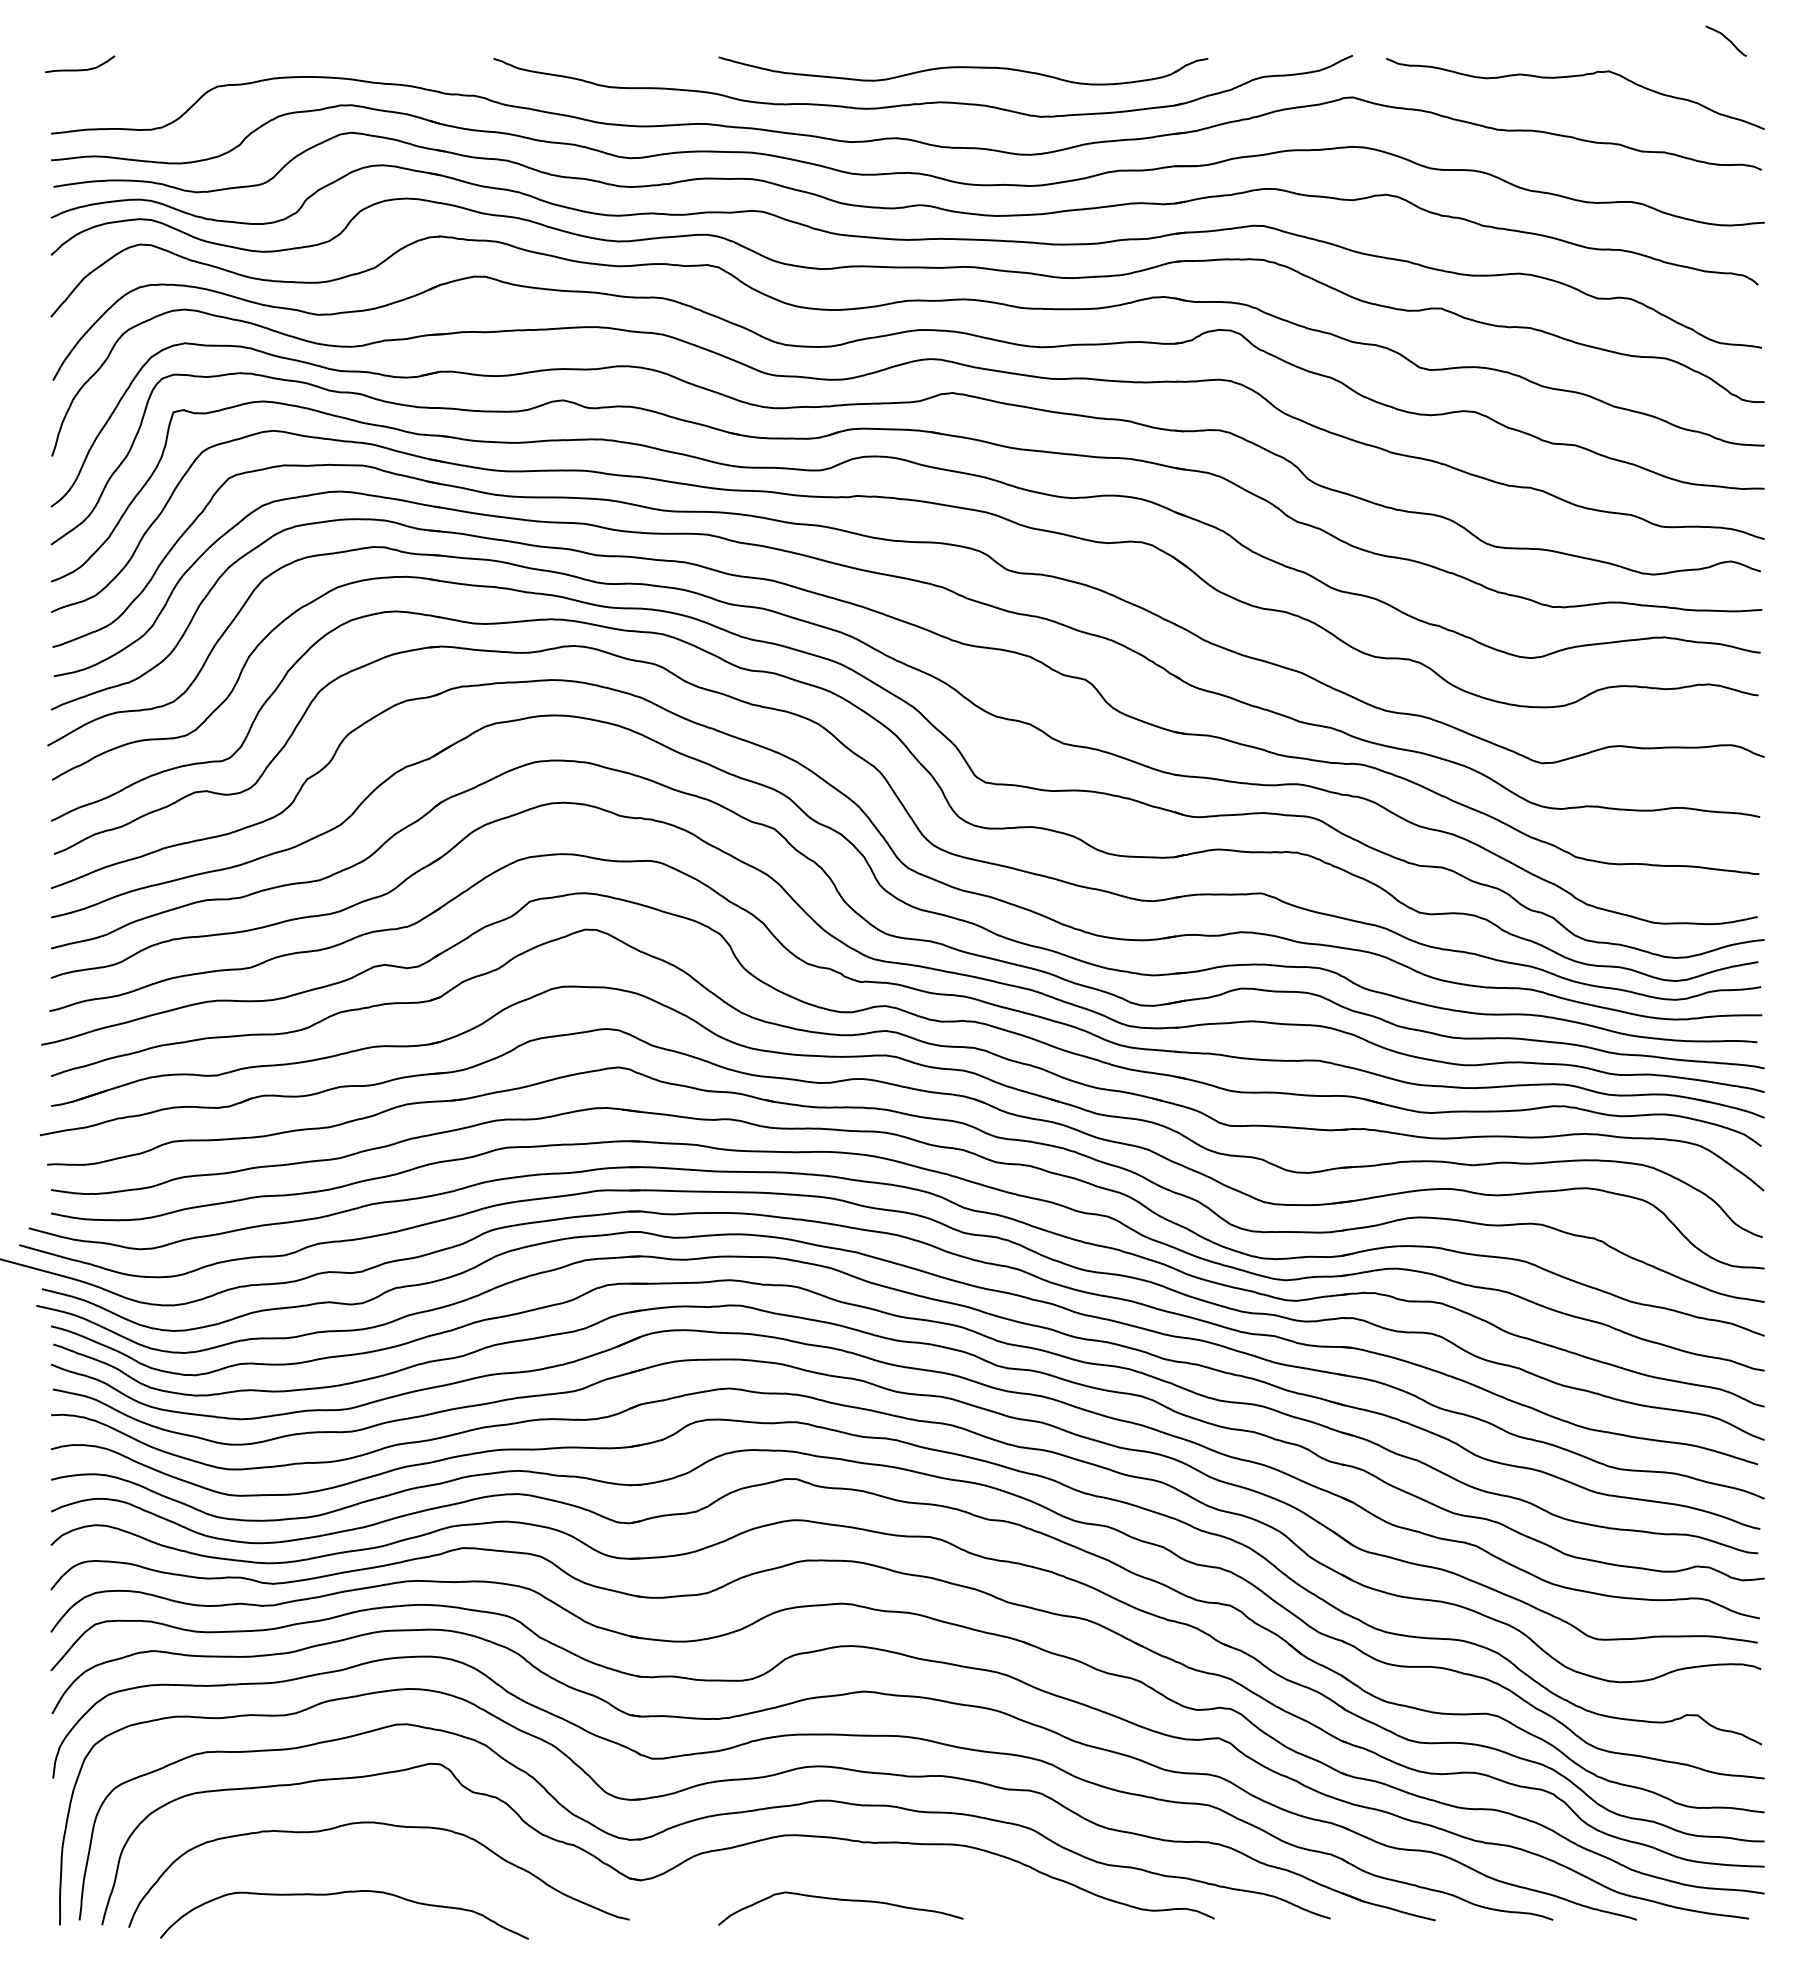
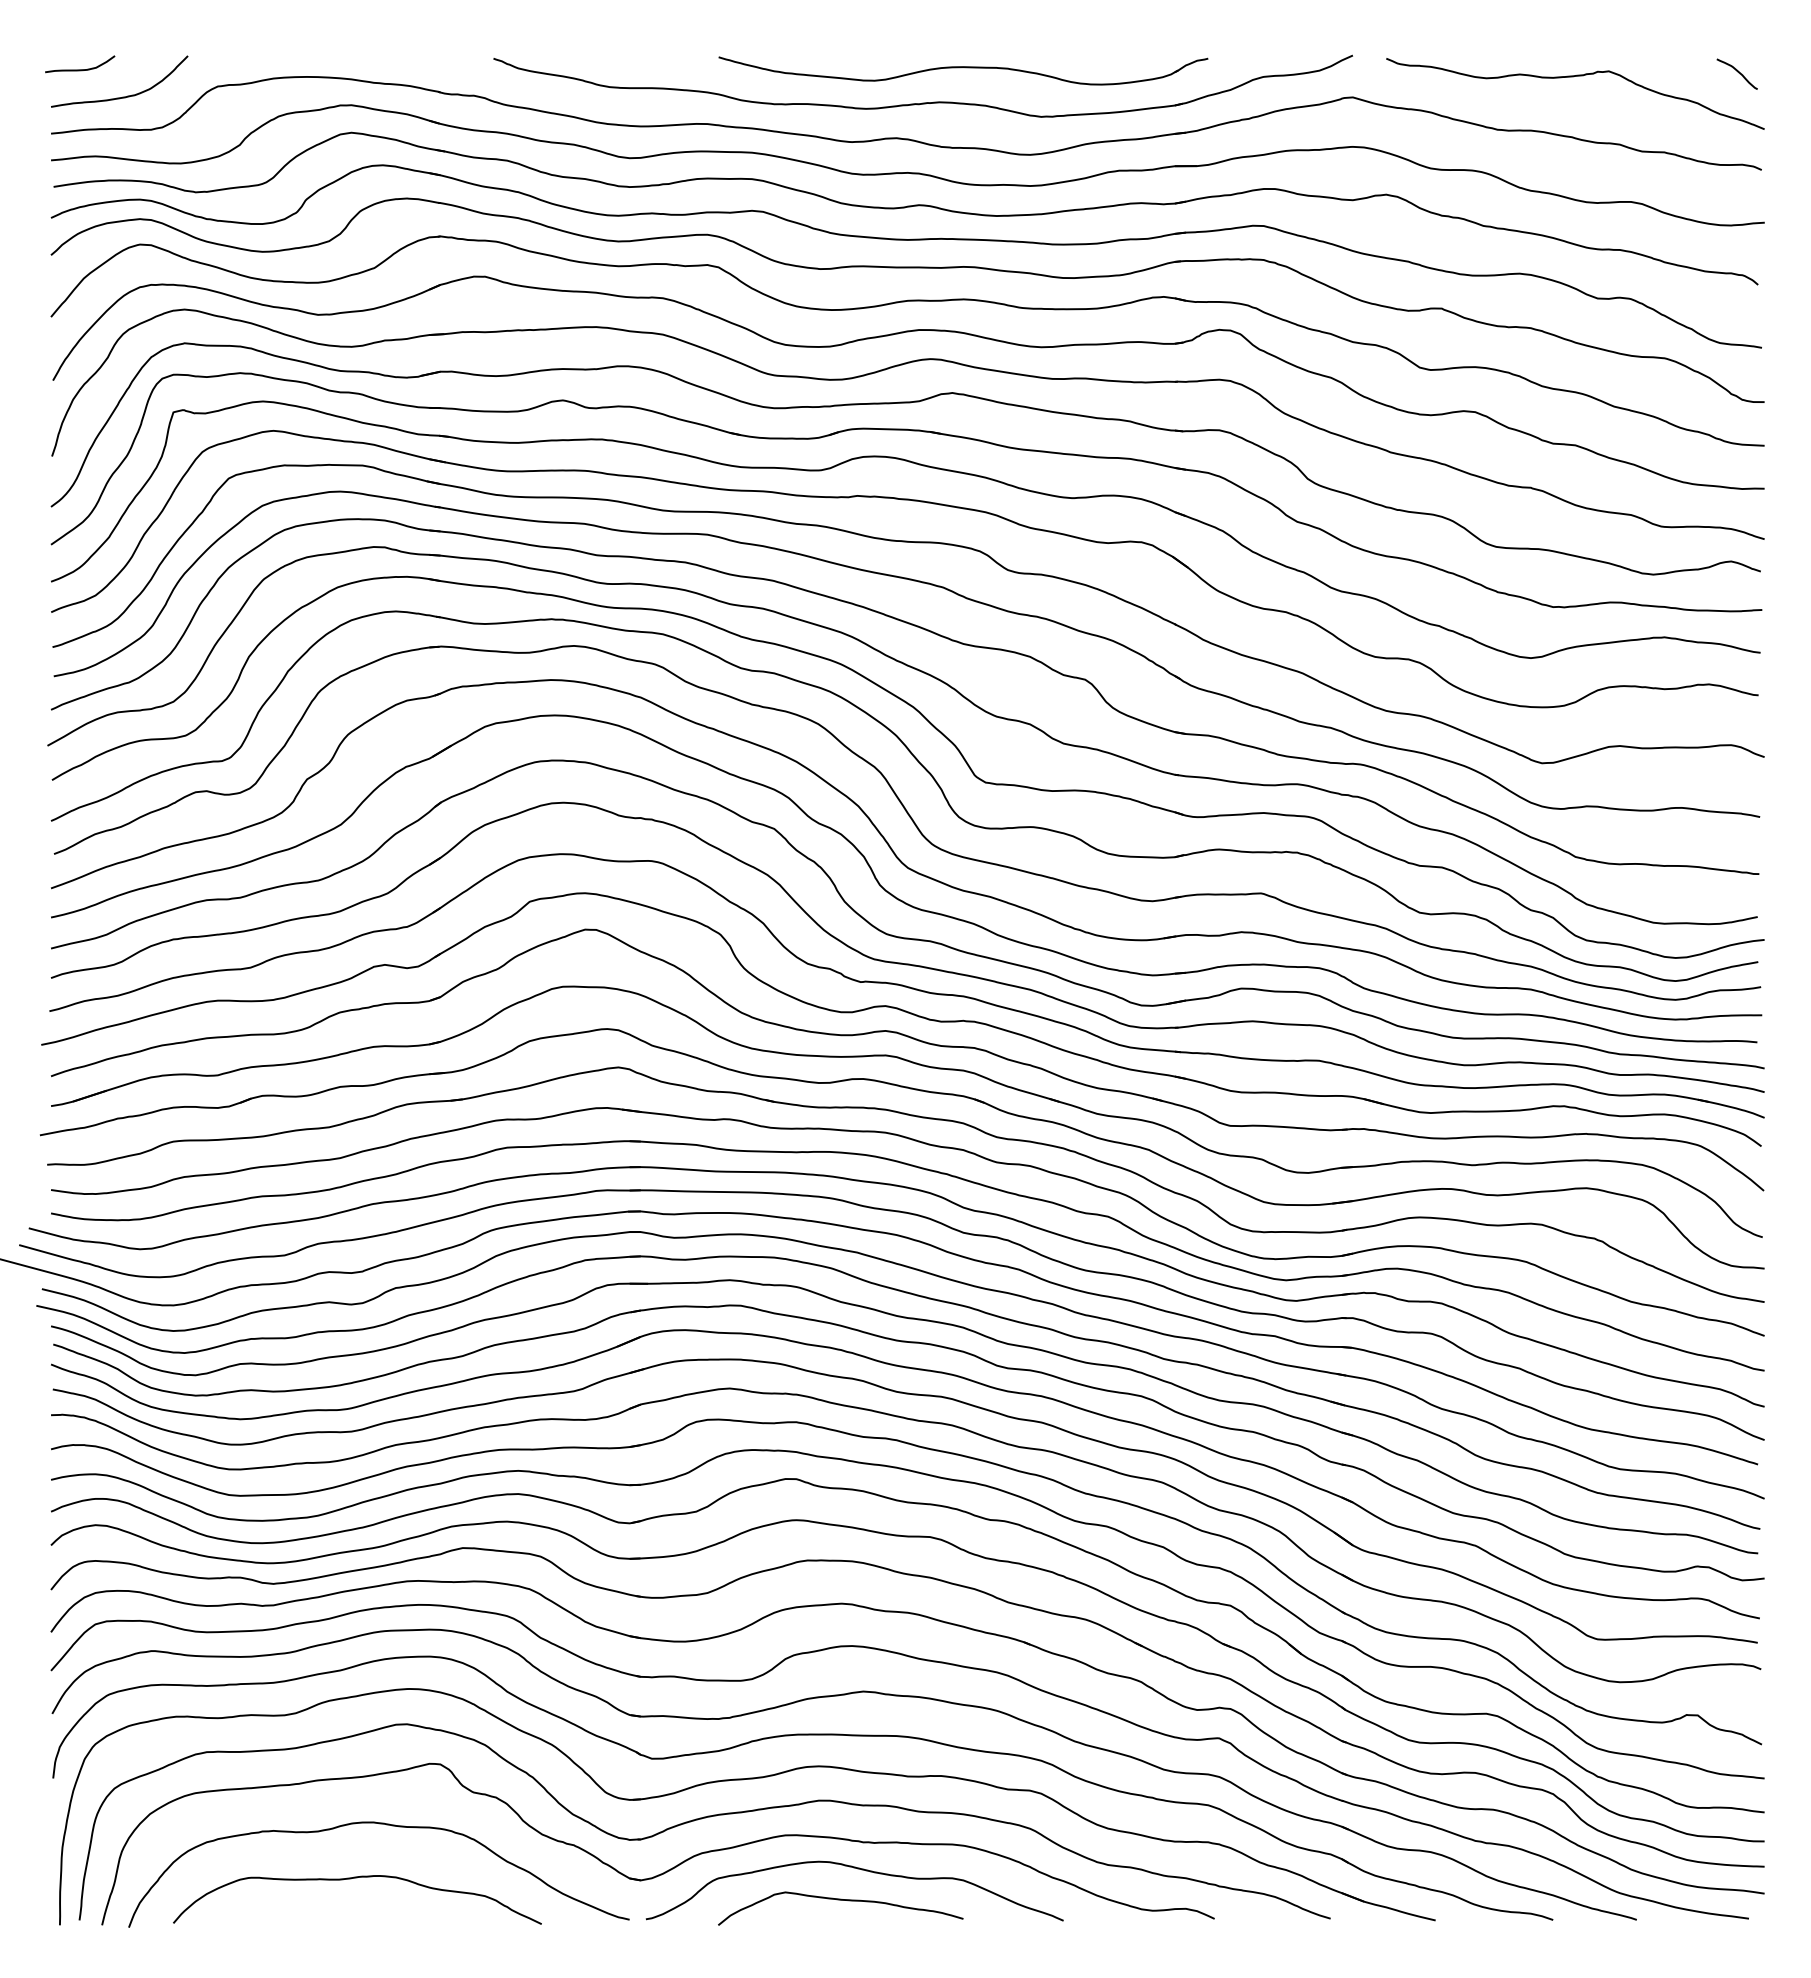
curve at (1726, 39) position: (1726, 39) -> (1737, 72)
curve at (122, 96): none -> present
curve at (861, 1870): none -> present
curve at (338, 1894) position: (338, 1894) -> (351, 1879)
